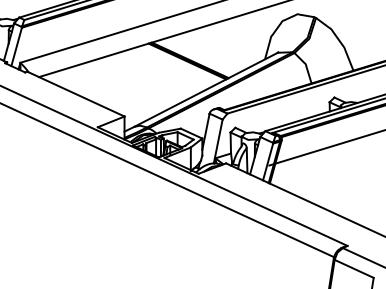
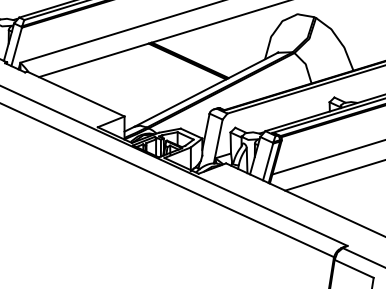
line at (325, 147) position: (325, 147) -> (327, 157)
line at (333, 175): none -> present
